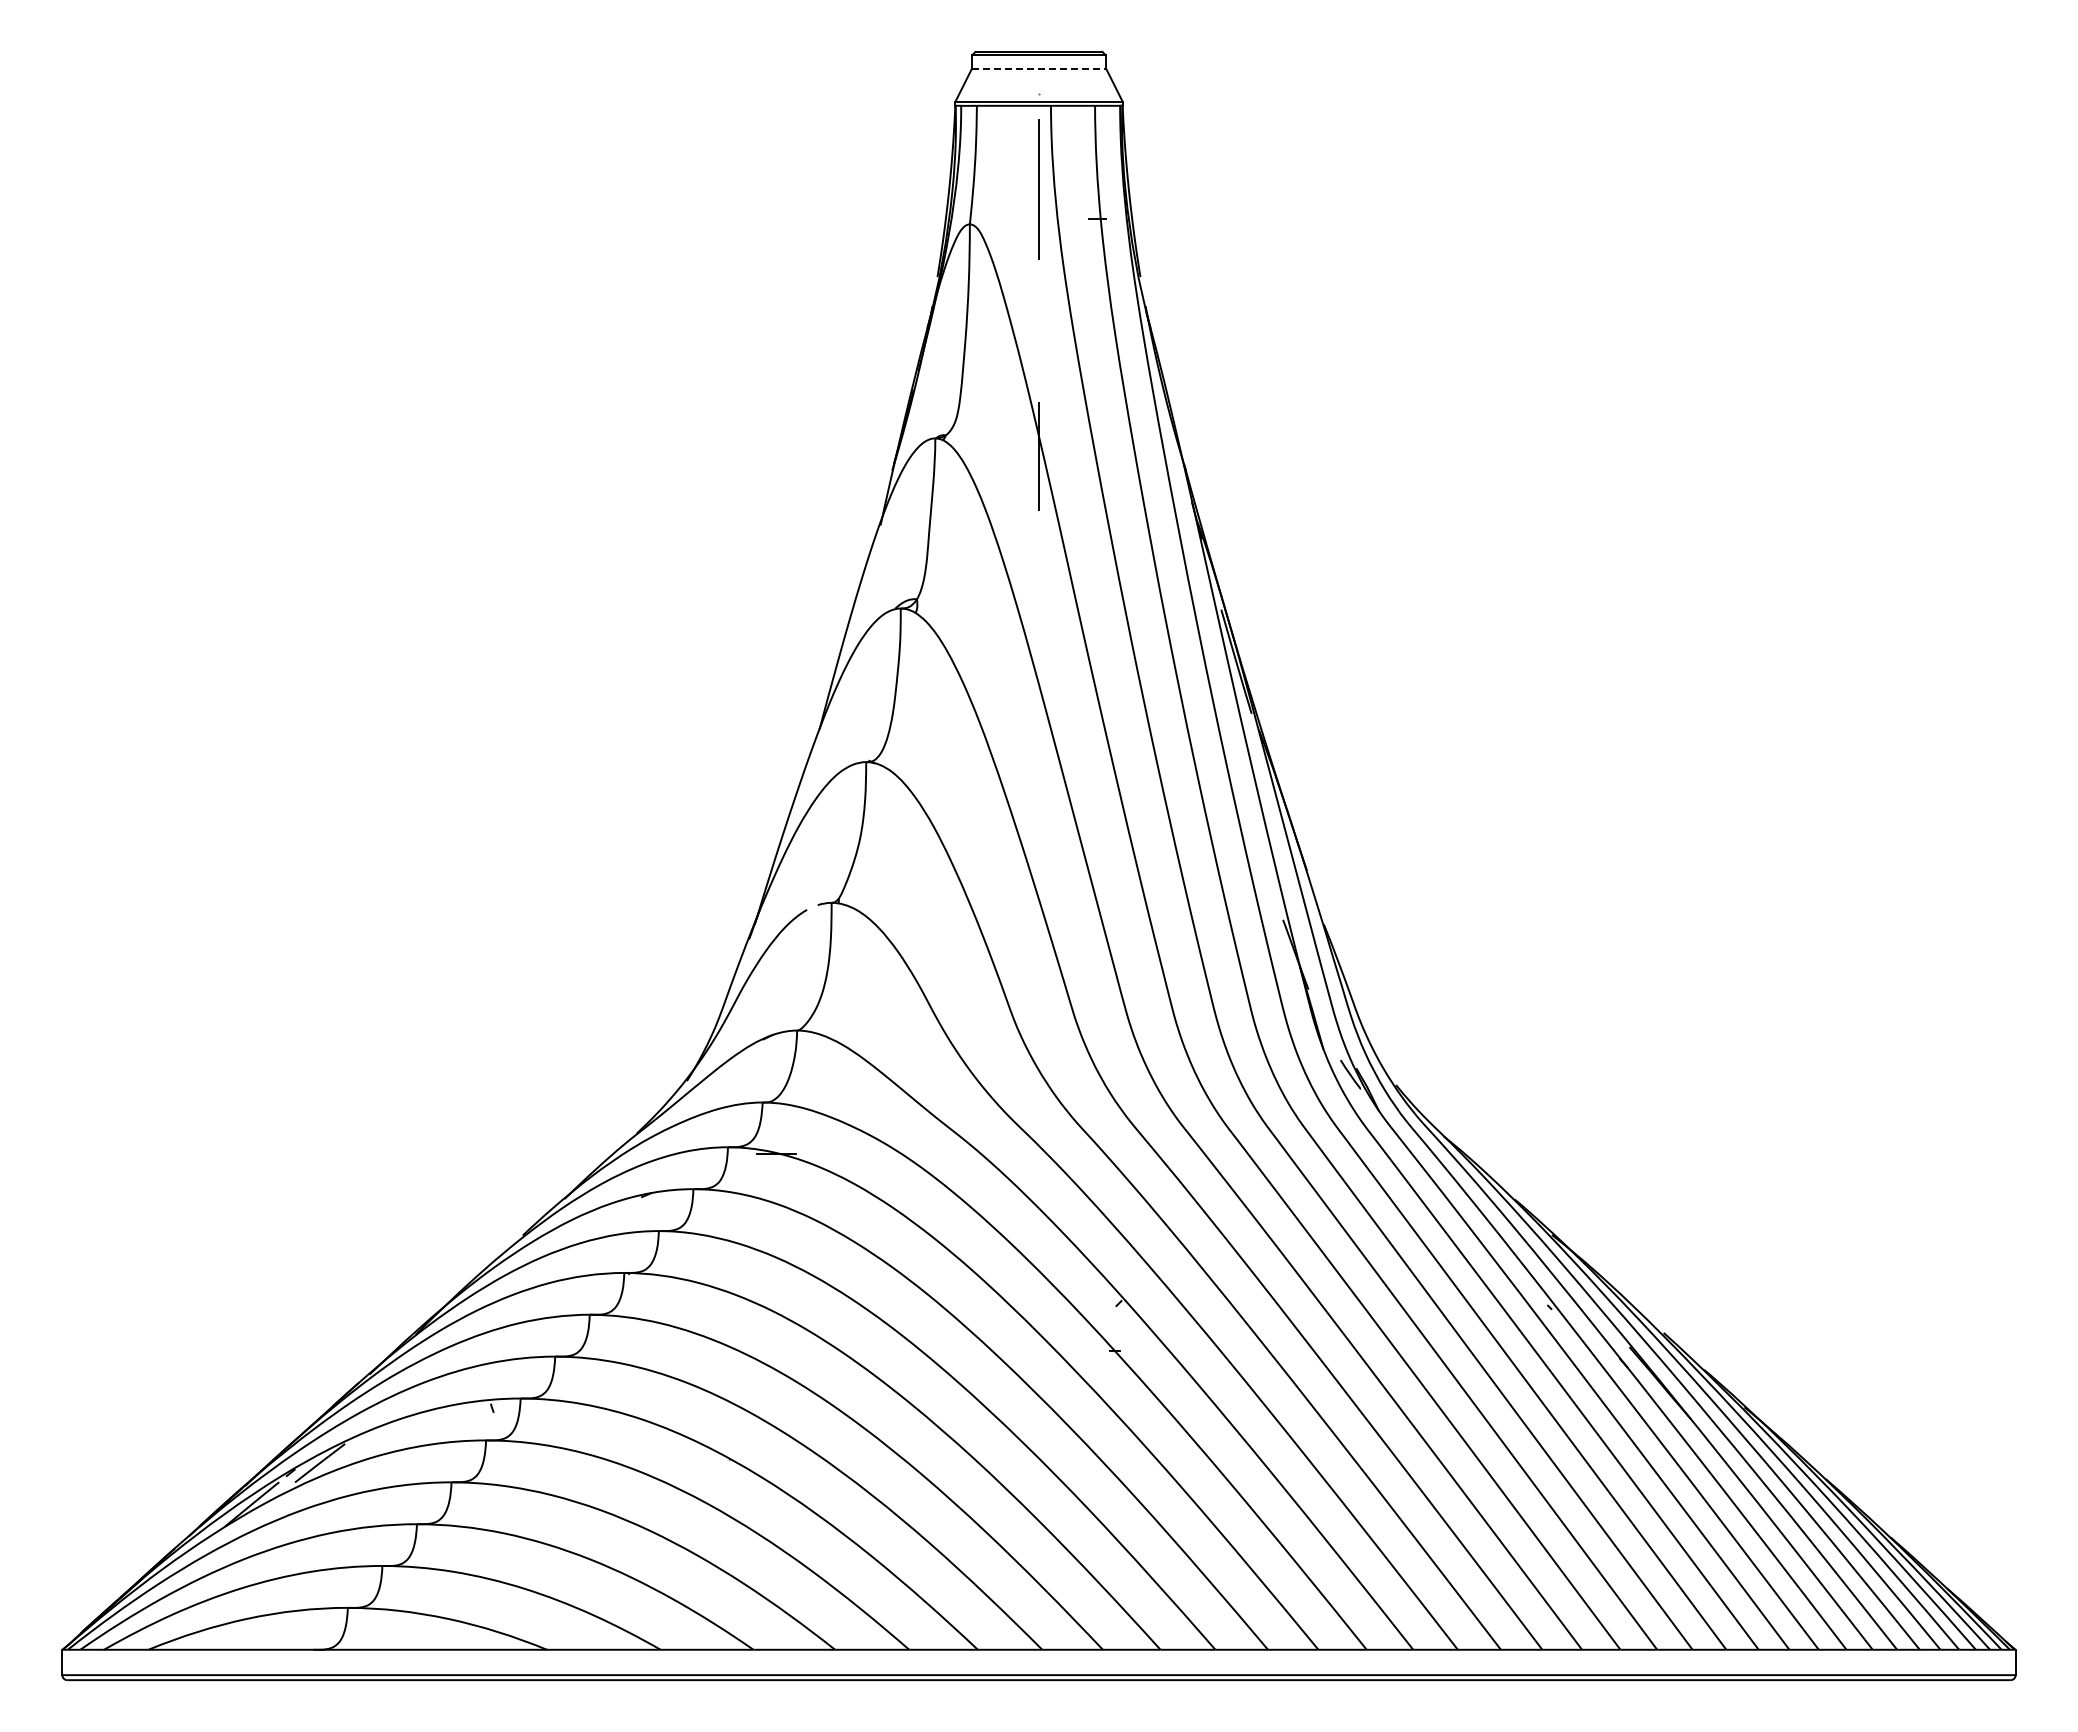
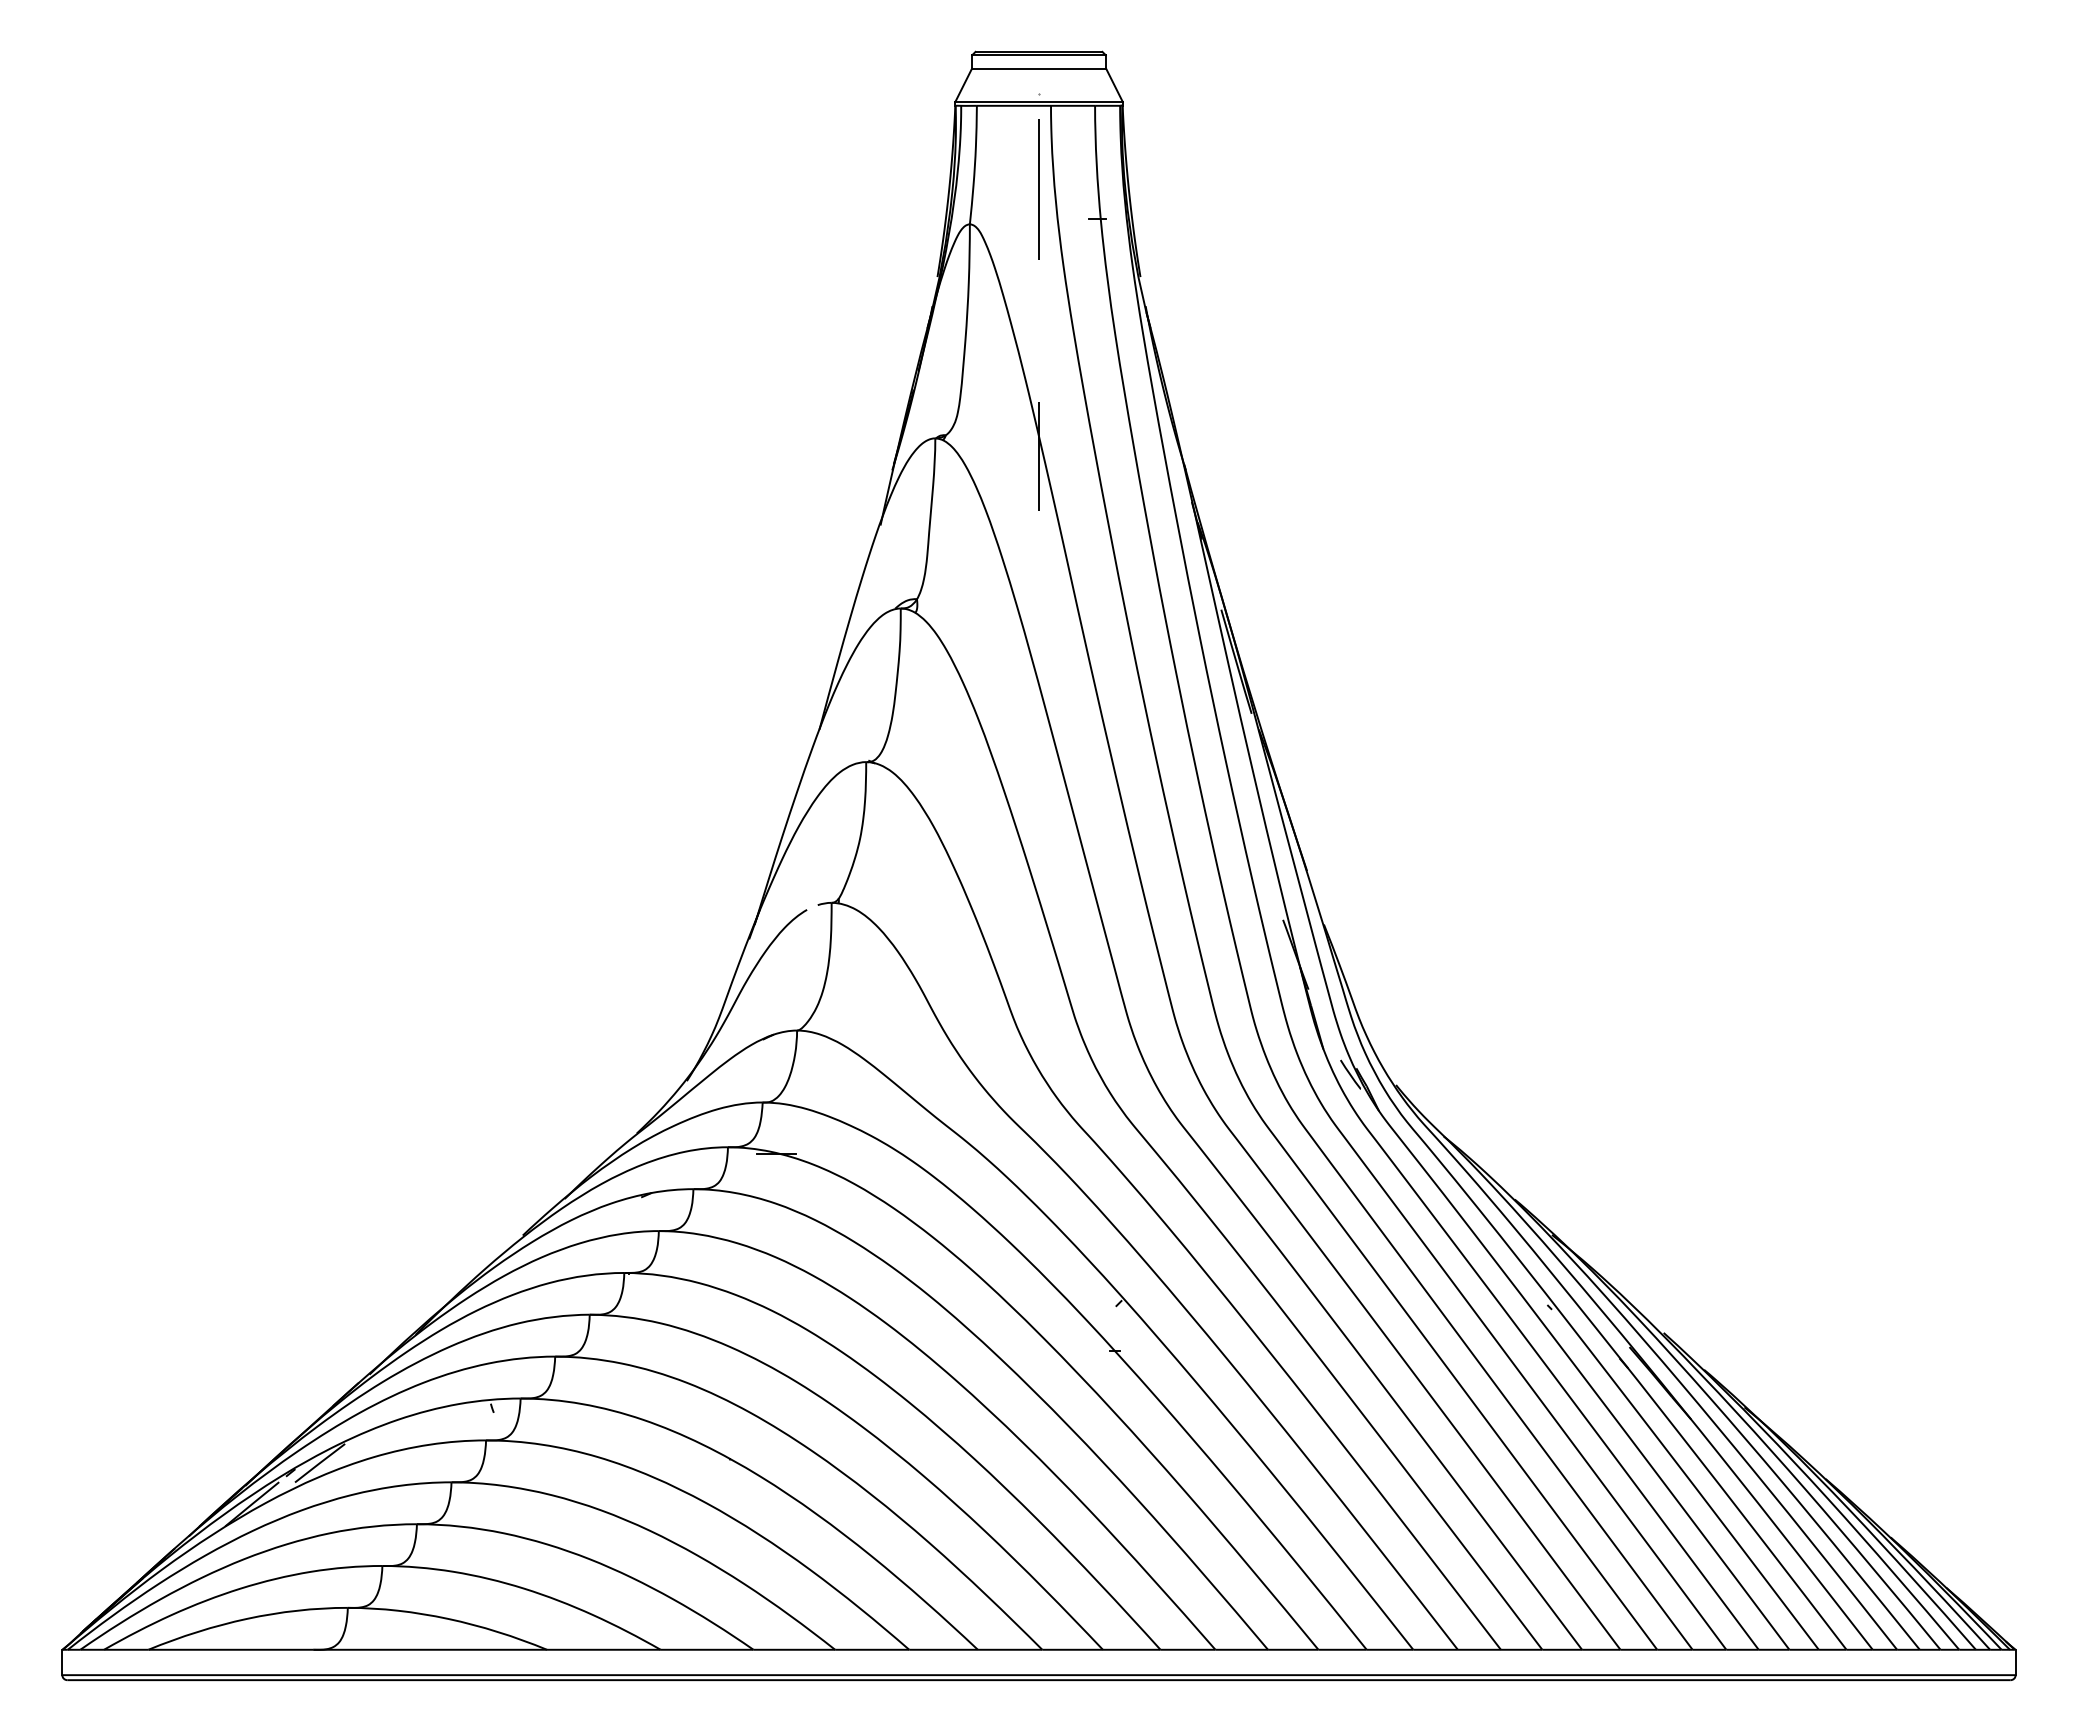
line at (1039, 68): dashed -> solid
